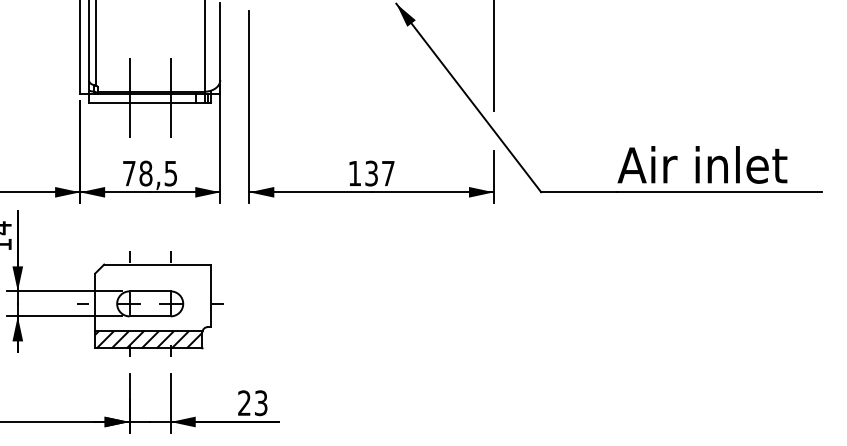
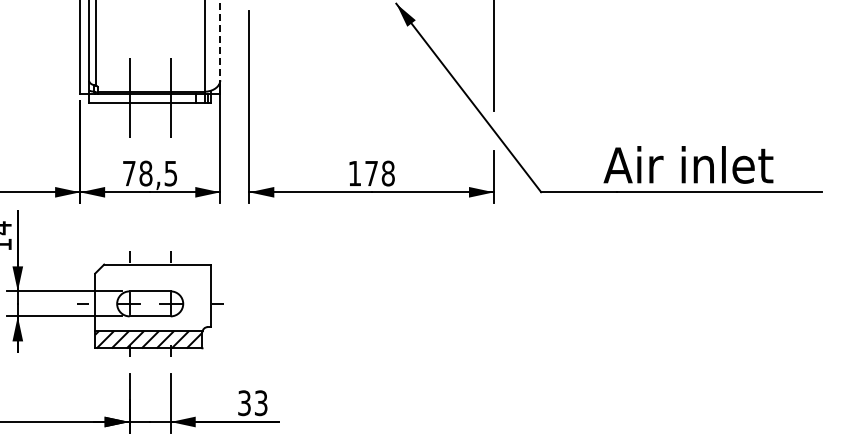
line at (220, 41): solid -> dashed
text at (702, 164) position: (702, 164) -> (688, 164)
text at (379, 173): 137 -> 178
text at (244, 403): 23 -> 33
